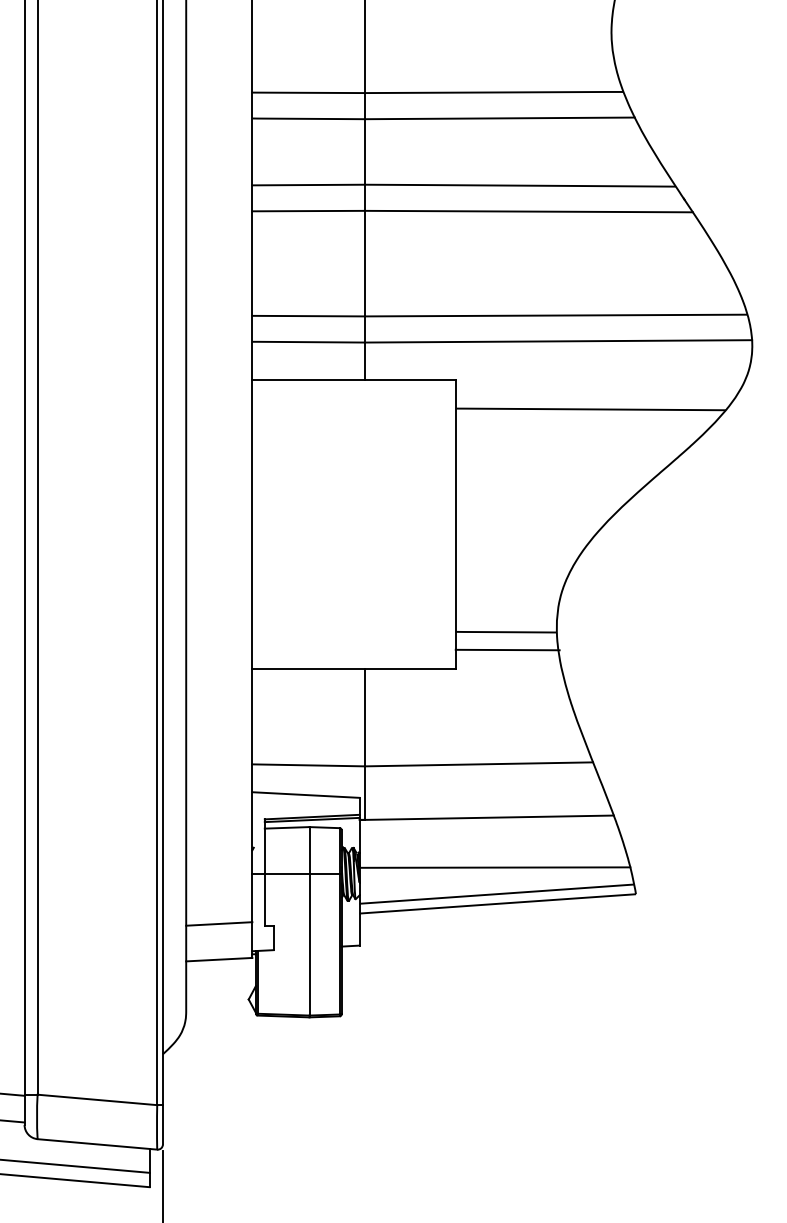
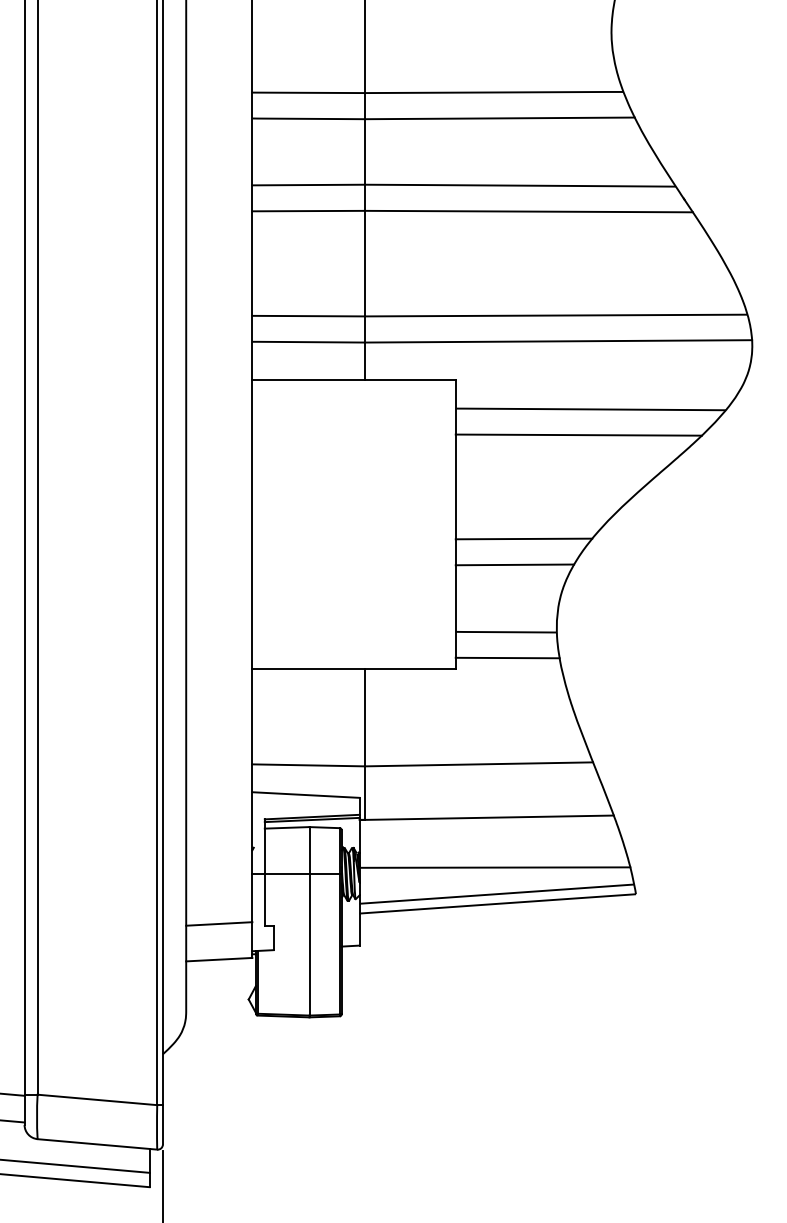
line at (578, 434): none -> present
line at (523, 538): none -> present
line at (514, 564): none -> present
line at (507, 649) position: (507, 649) -> (507, 657)
